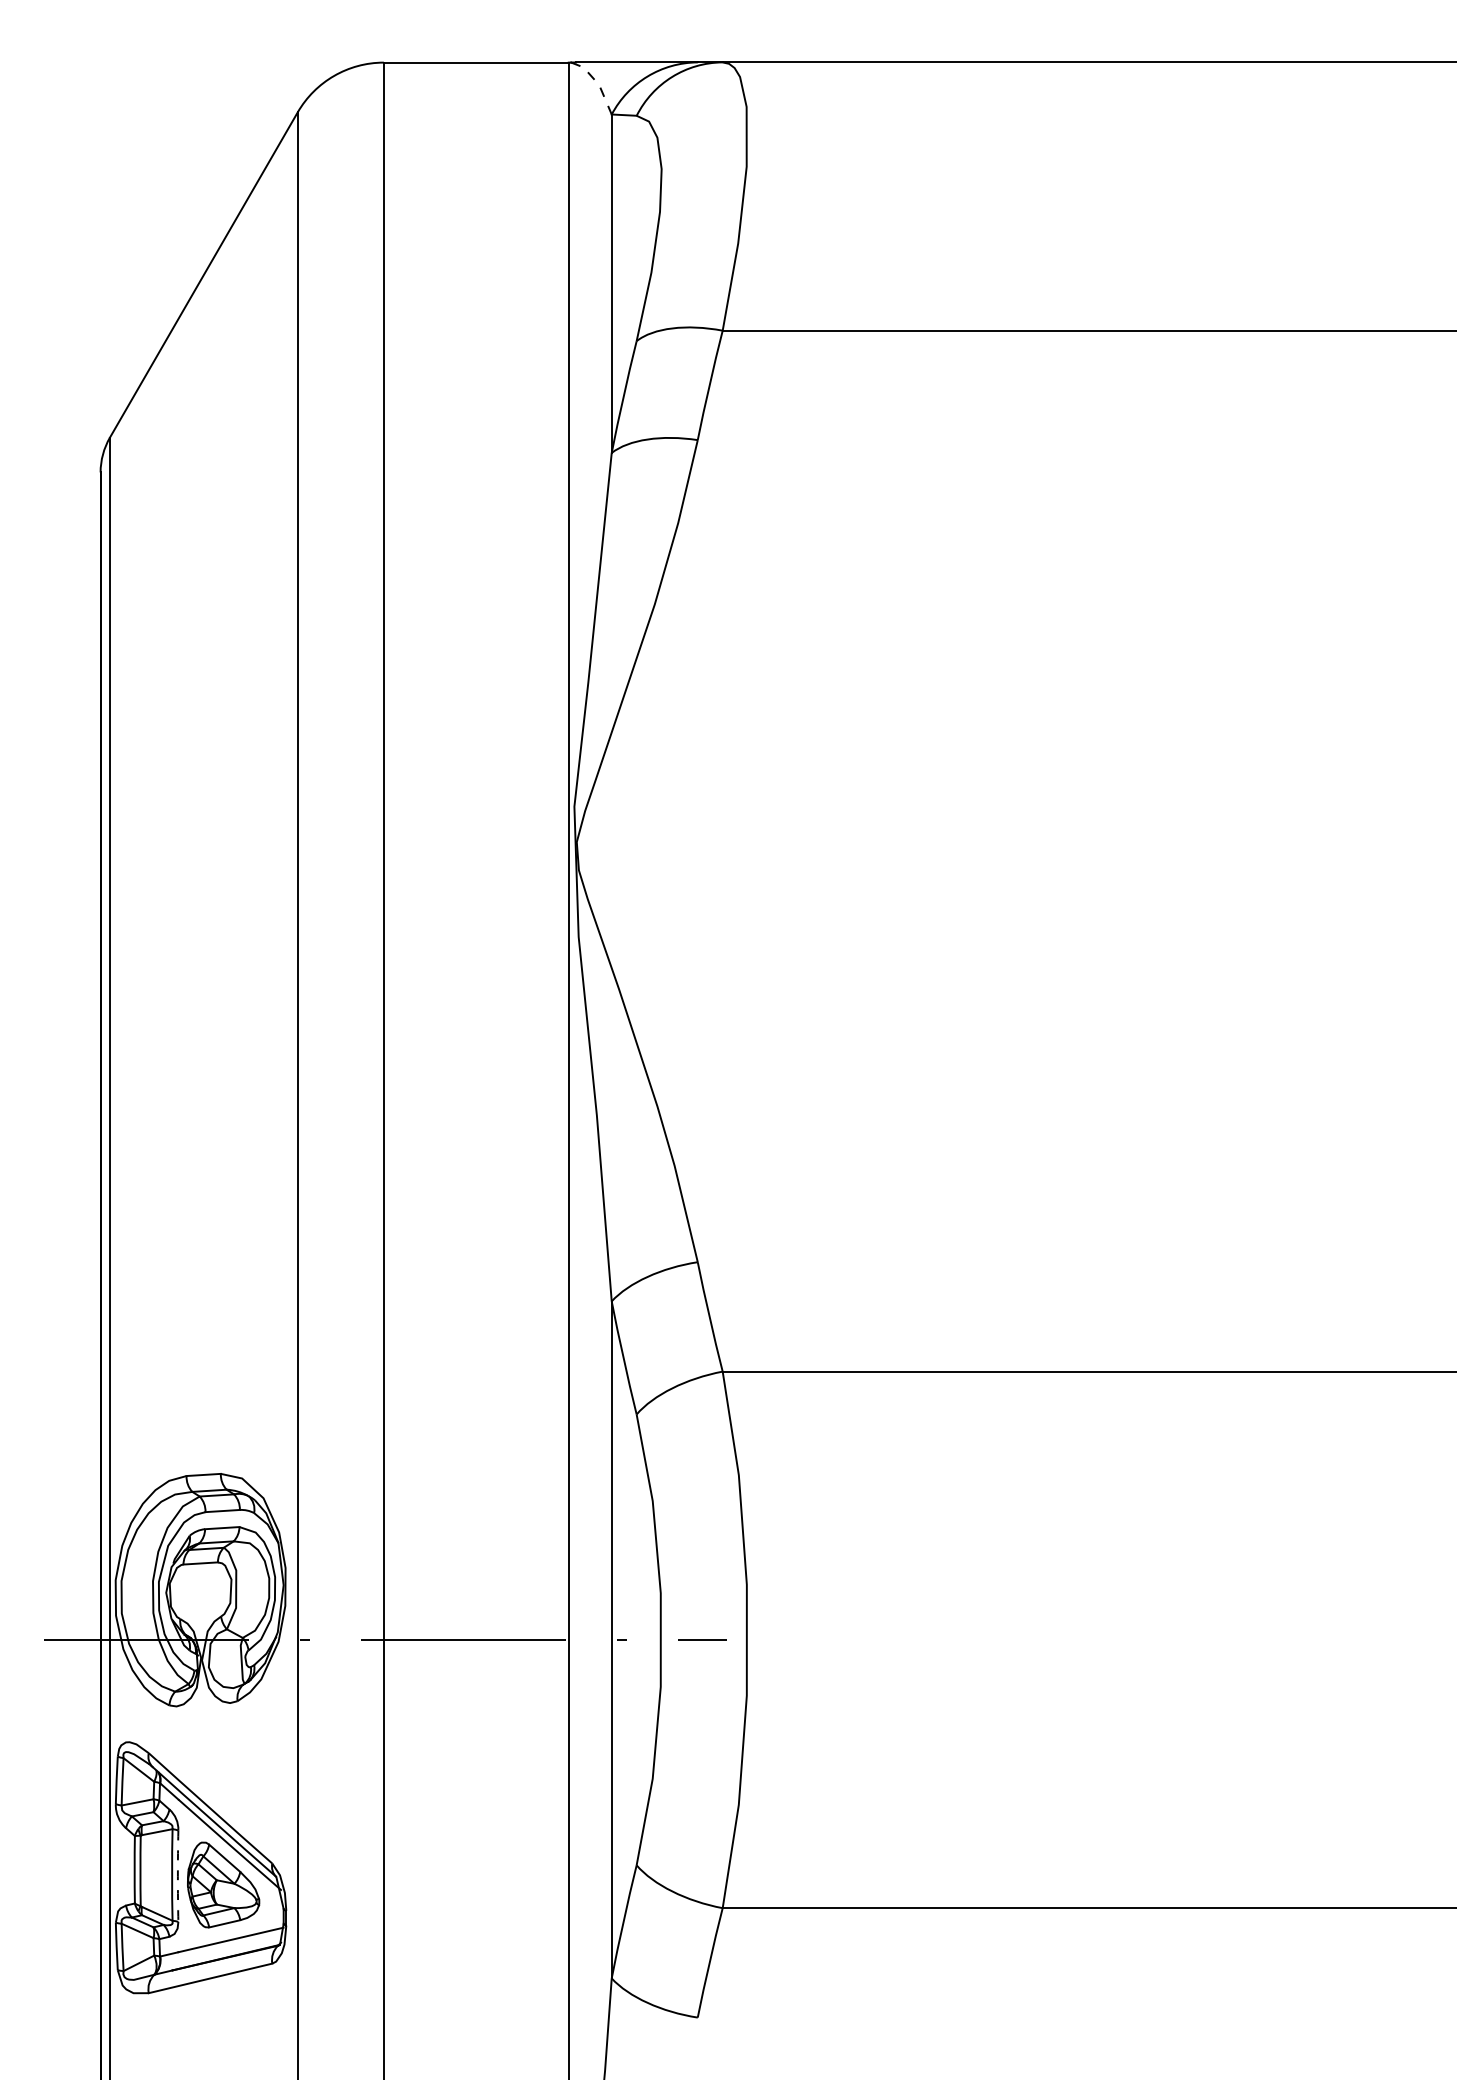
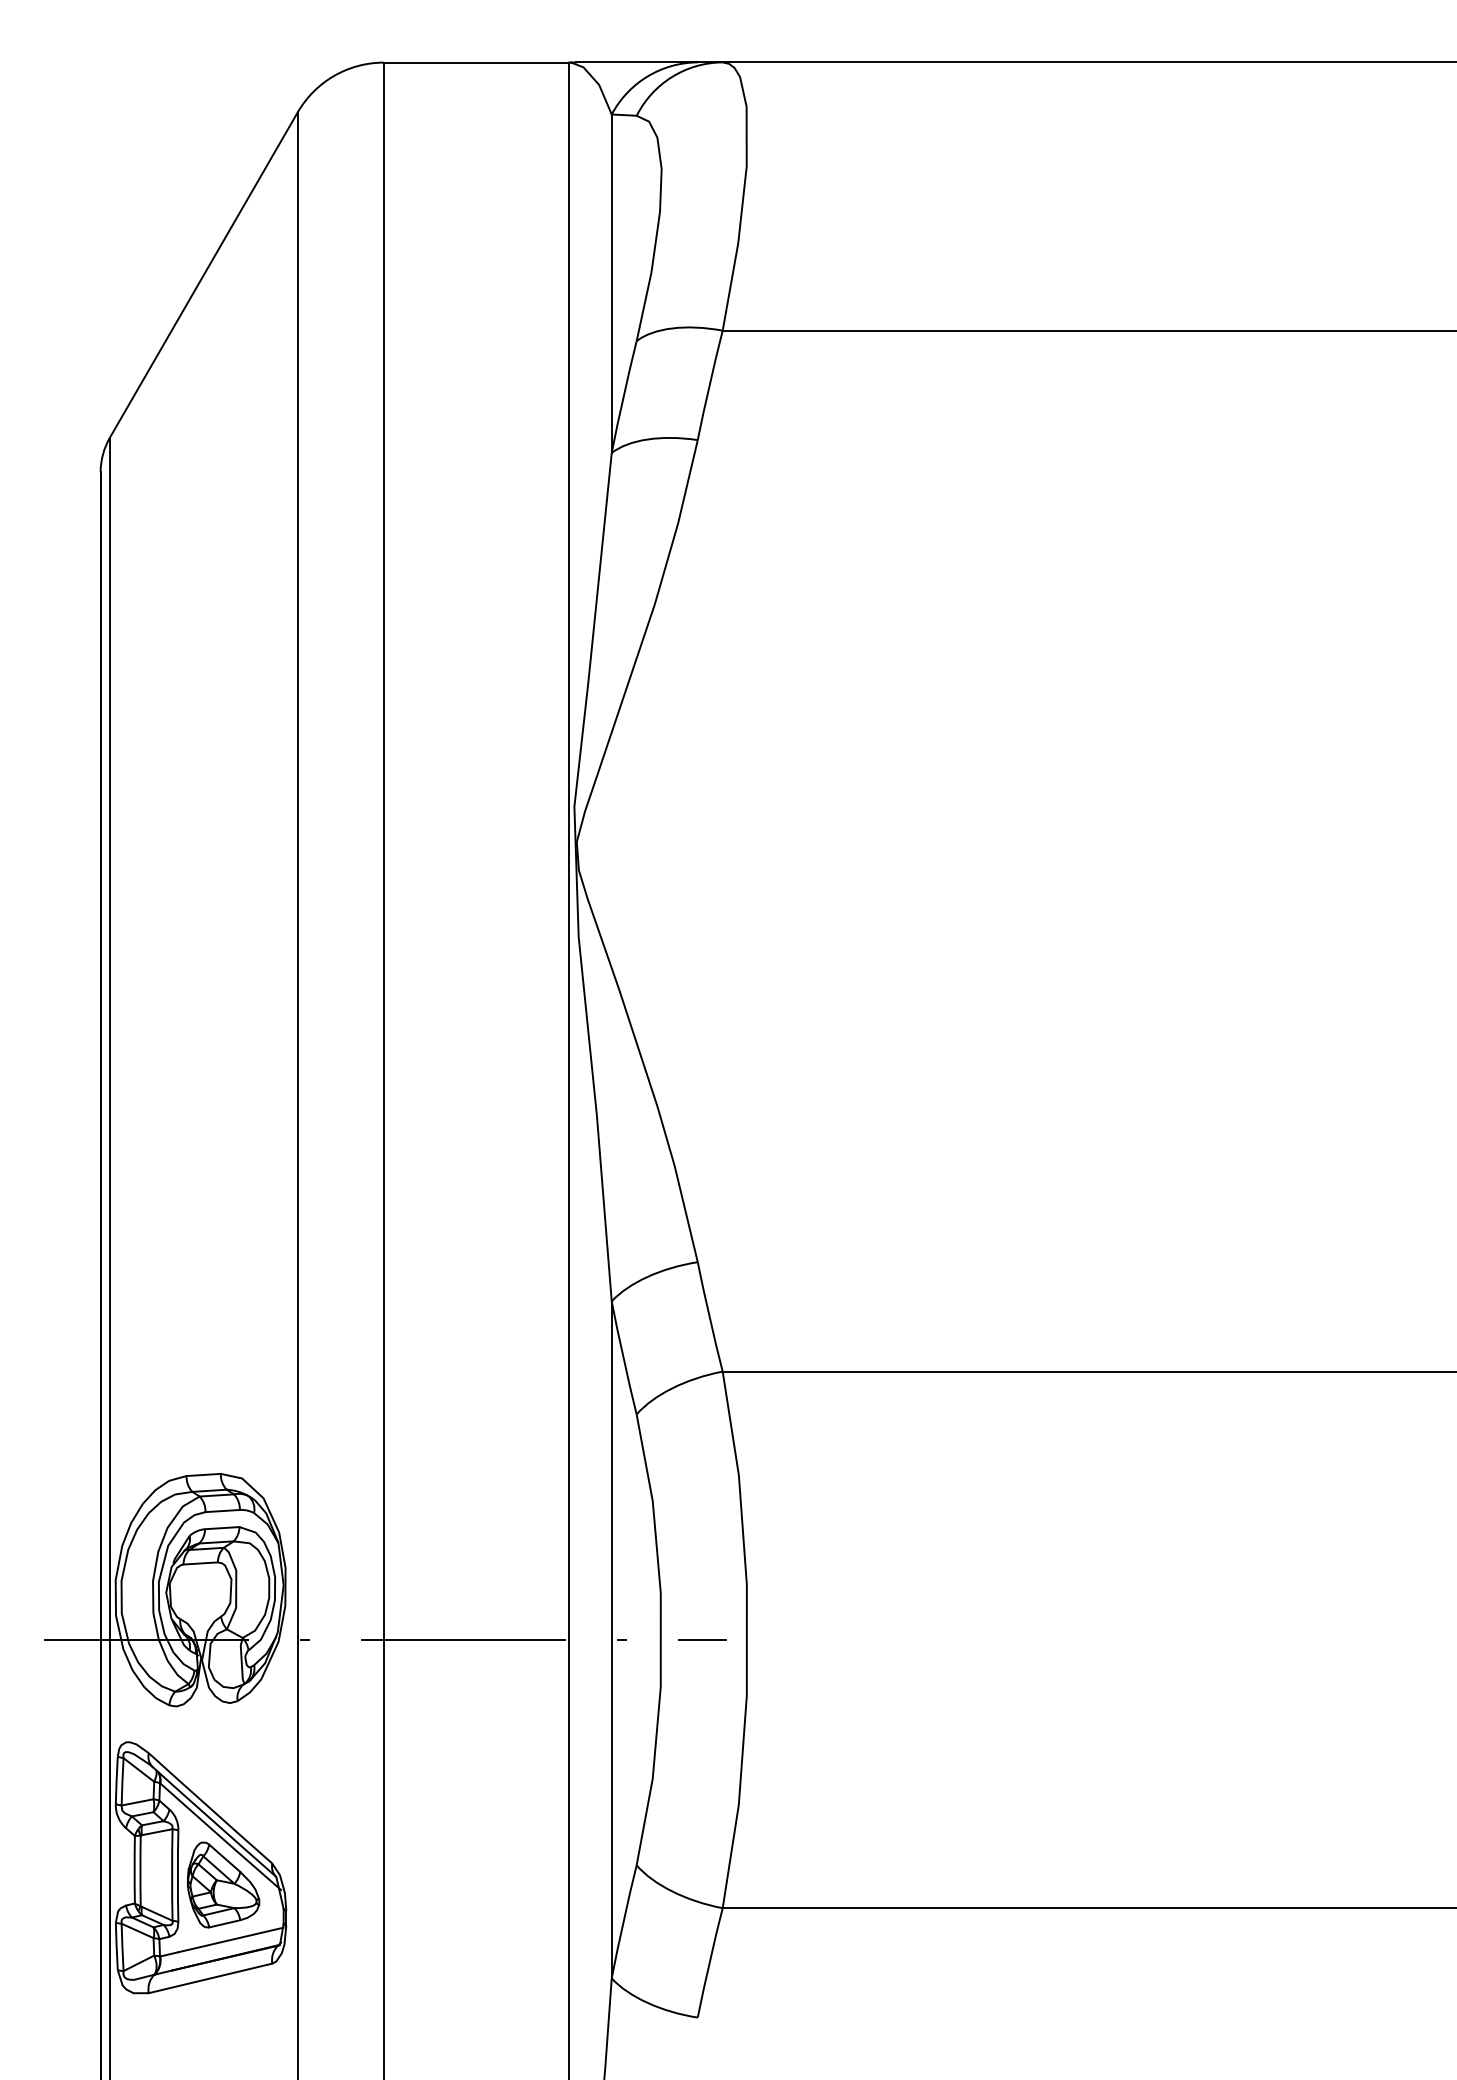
line at (597, 83): dashed -> solid
arc at (177, 1876): dashed -> solid
